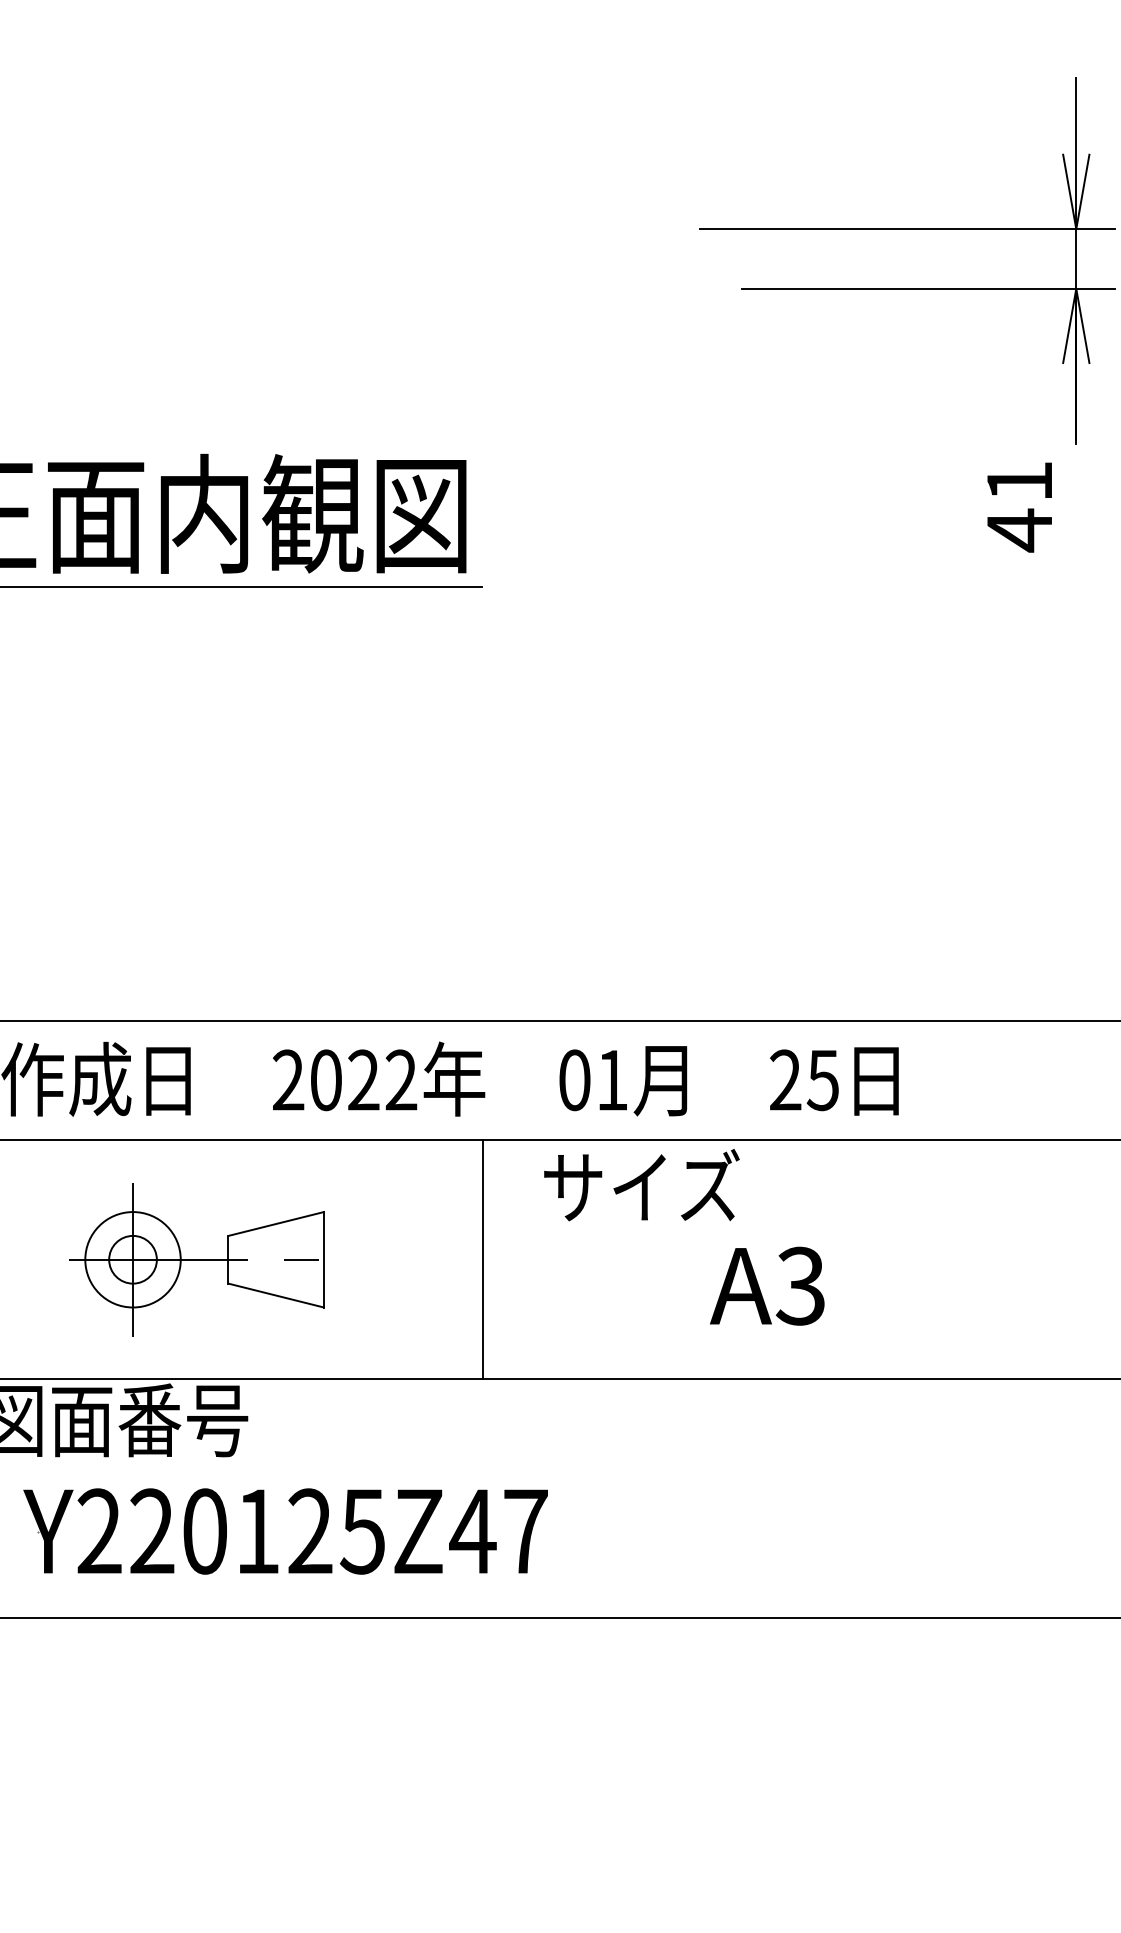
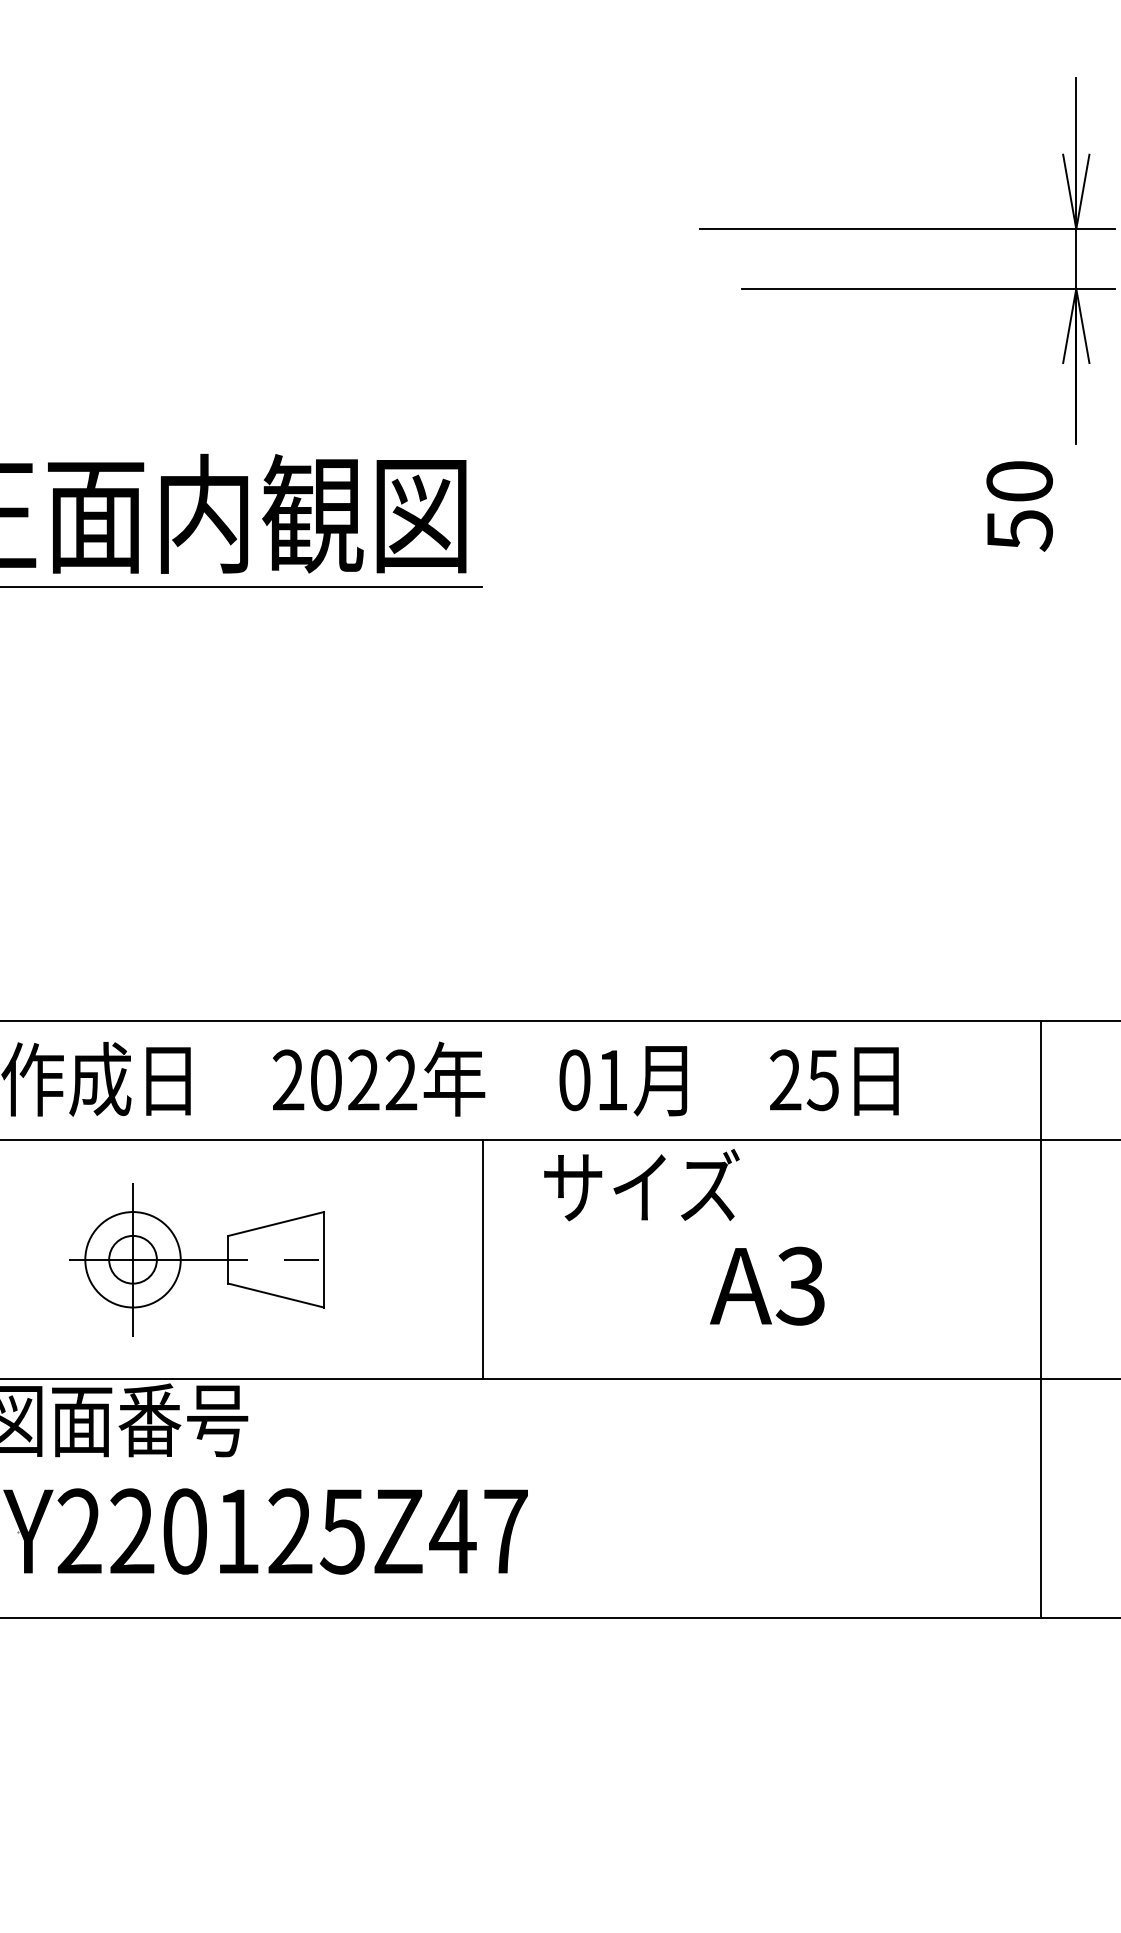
text at (1019, 506): 41 -> 50
line at (1040, 1319): none -> present
part at (264, 1531) position: (264, 1531) -> (244, 1531)
